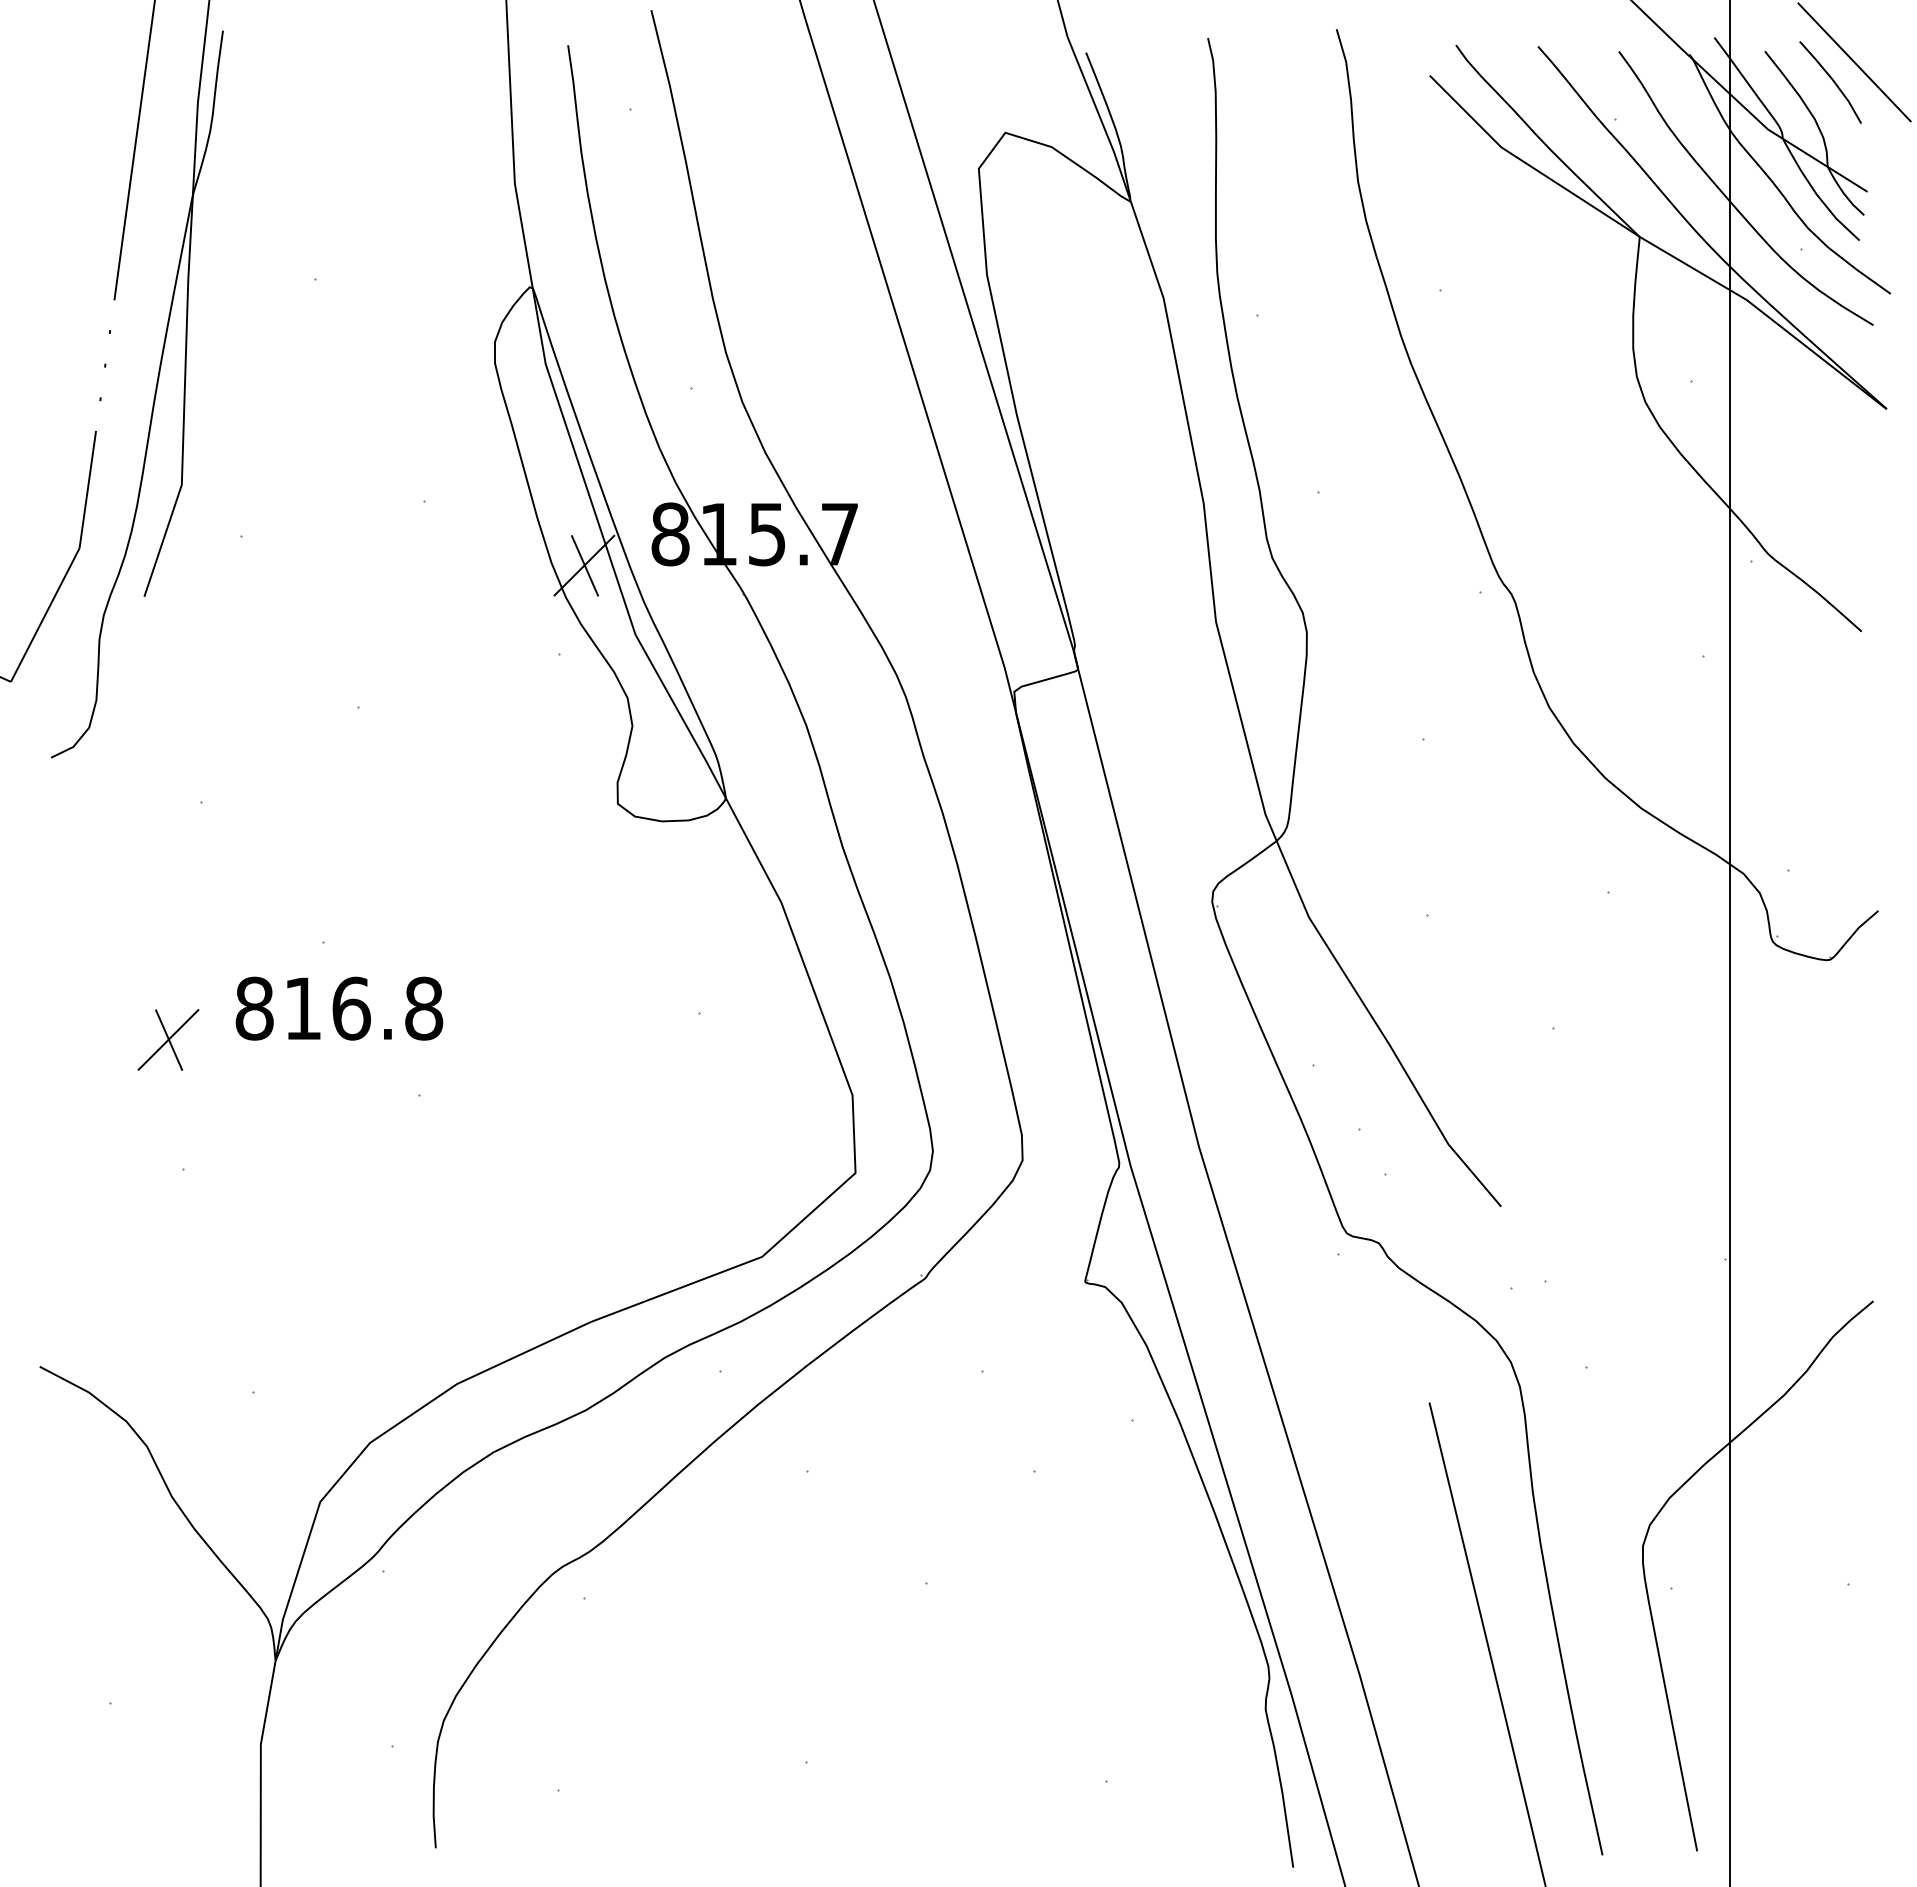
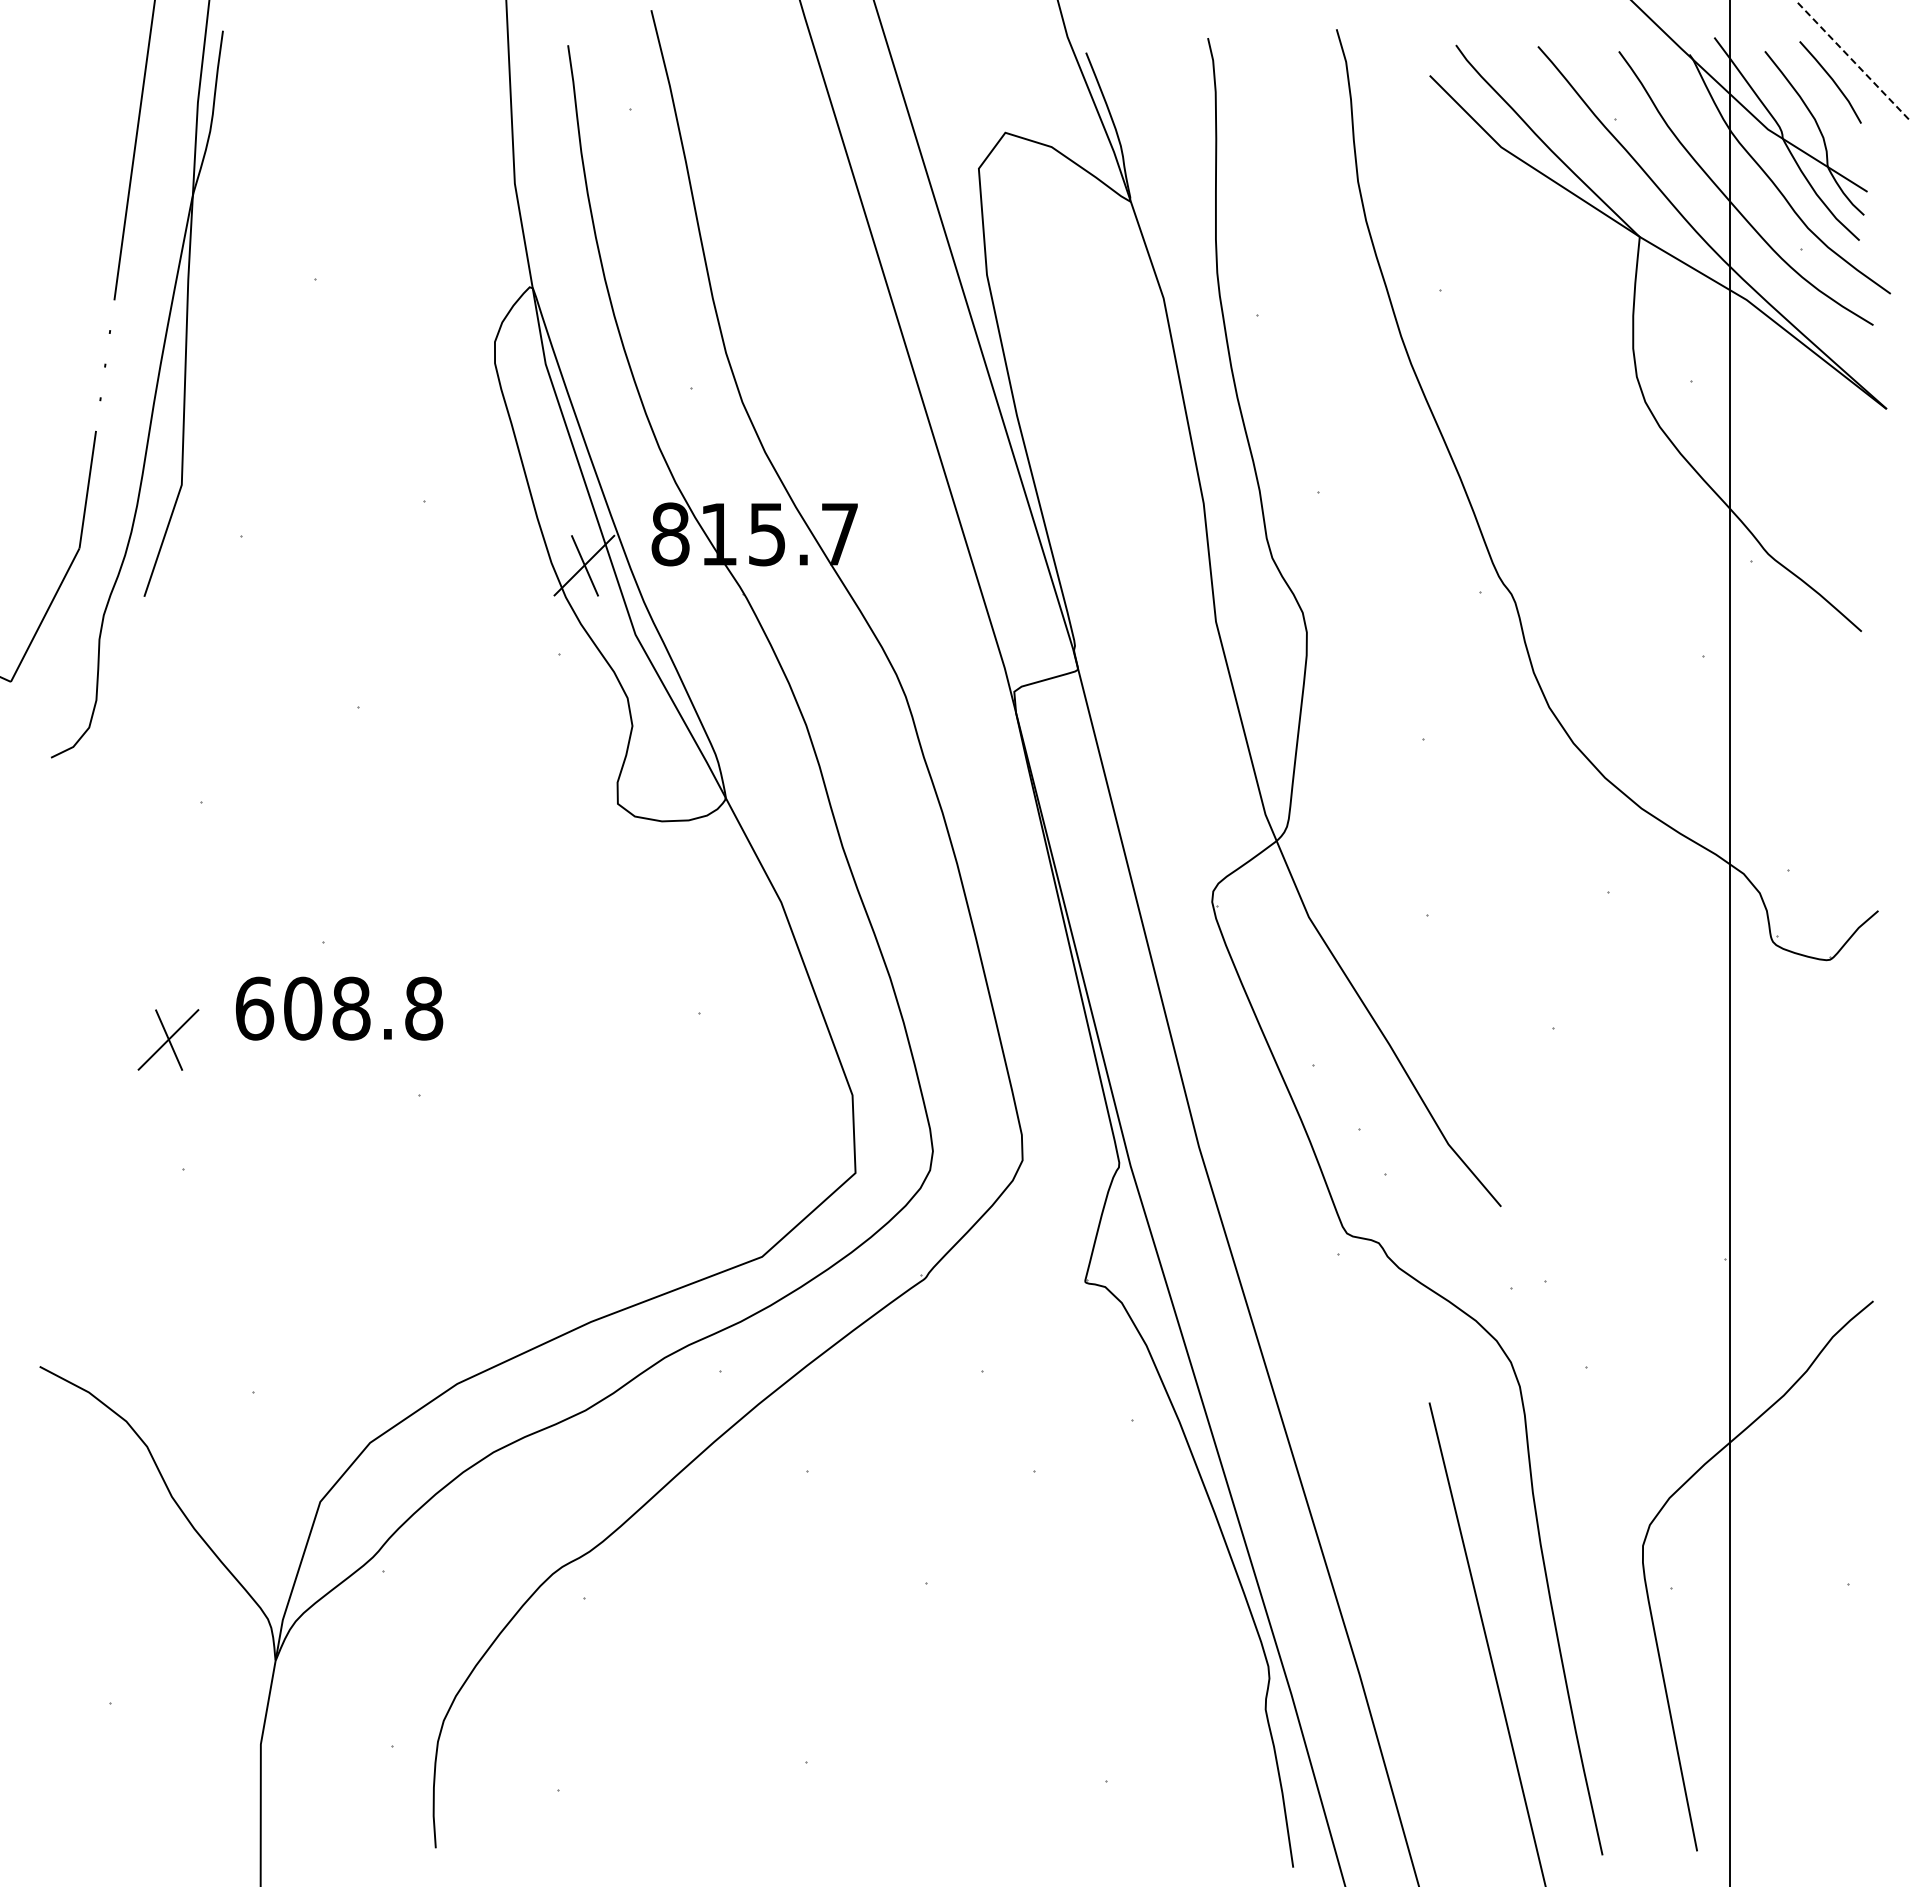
line at (1854, 62): solid -> dashed
text at (302, 1008): 816.8 -> 608.8
